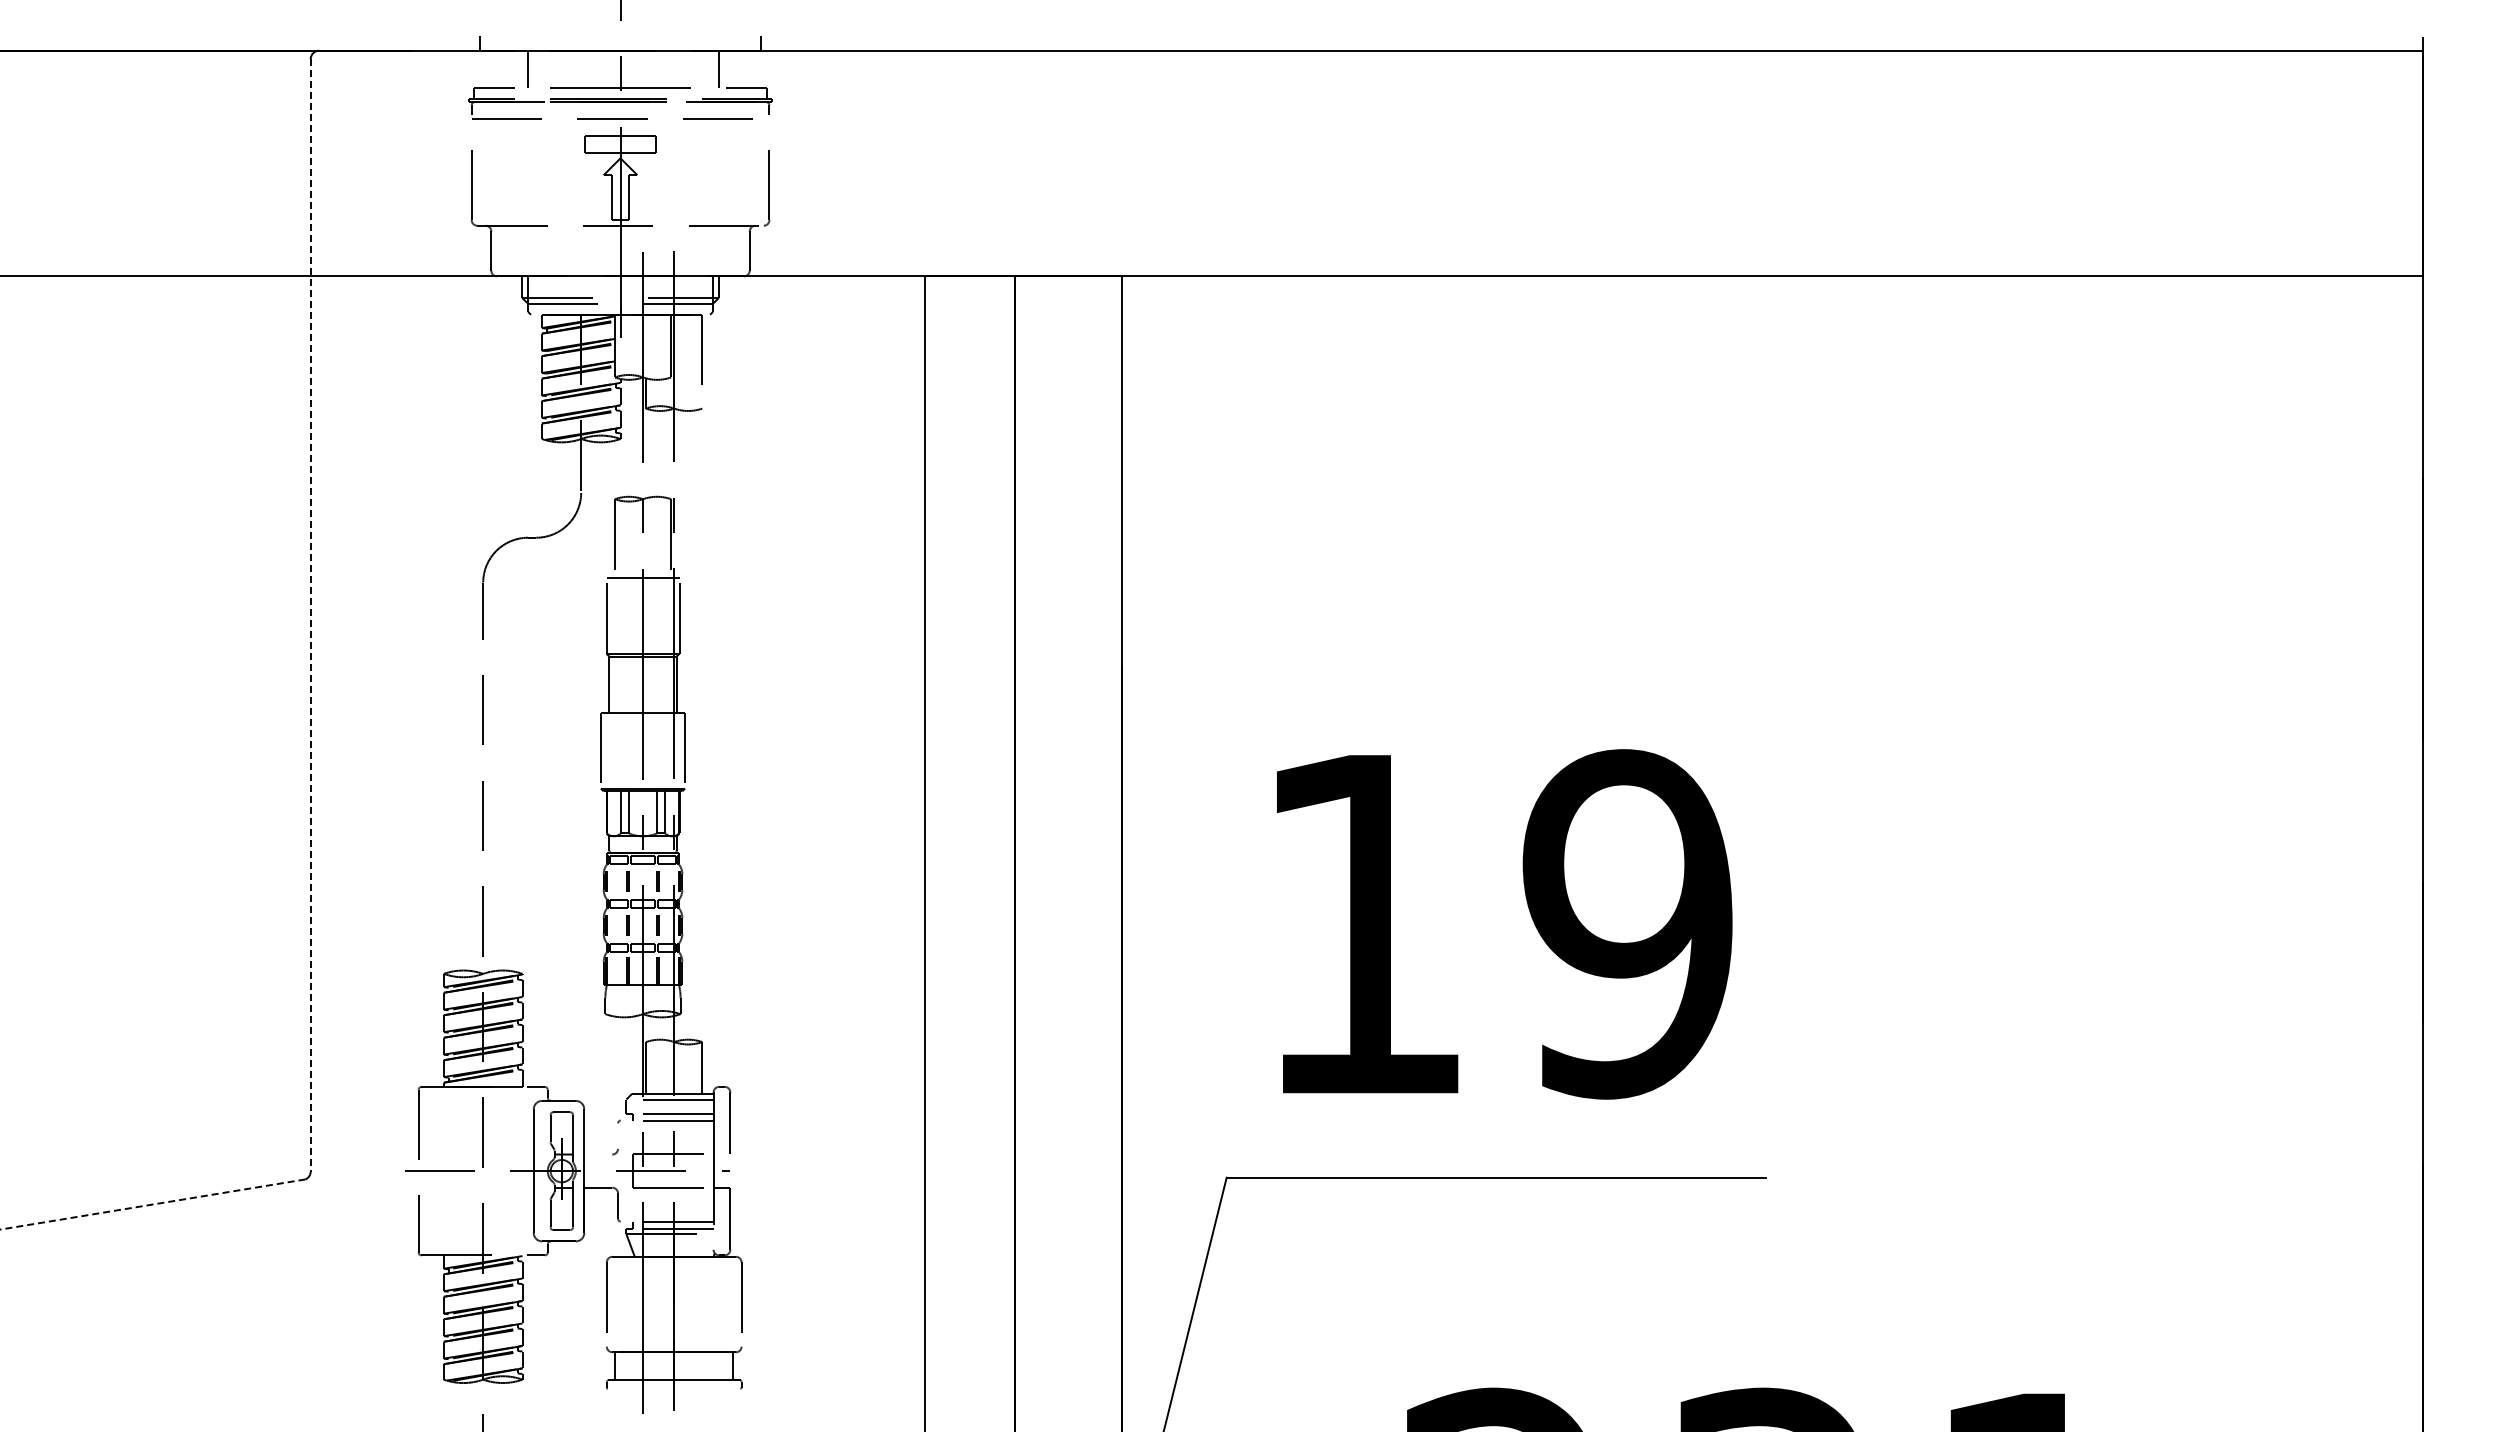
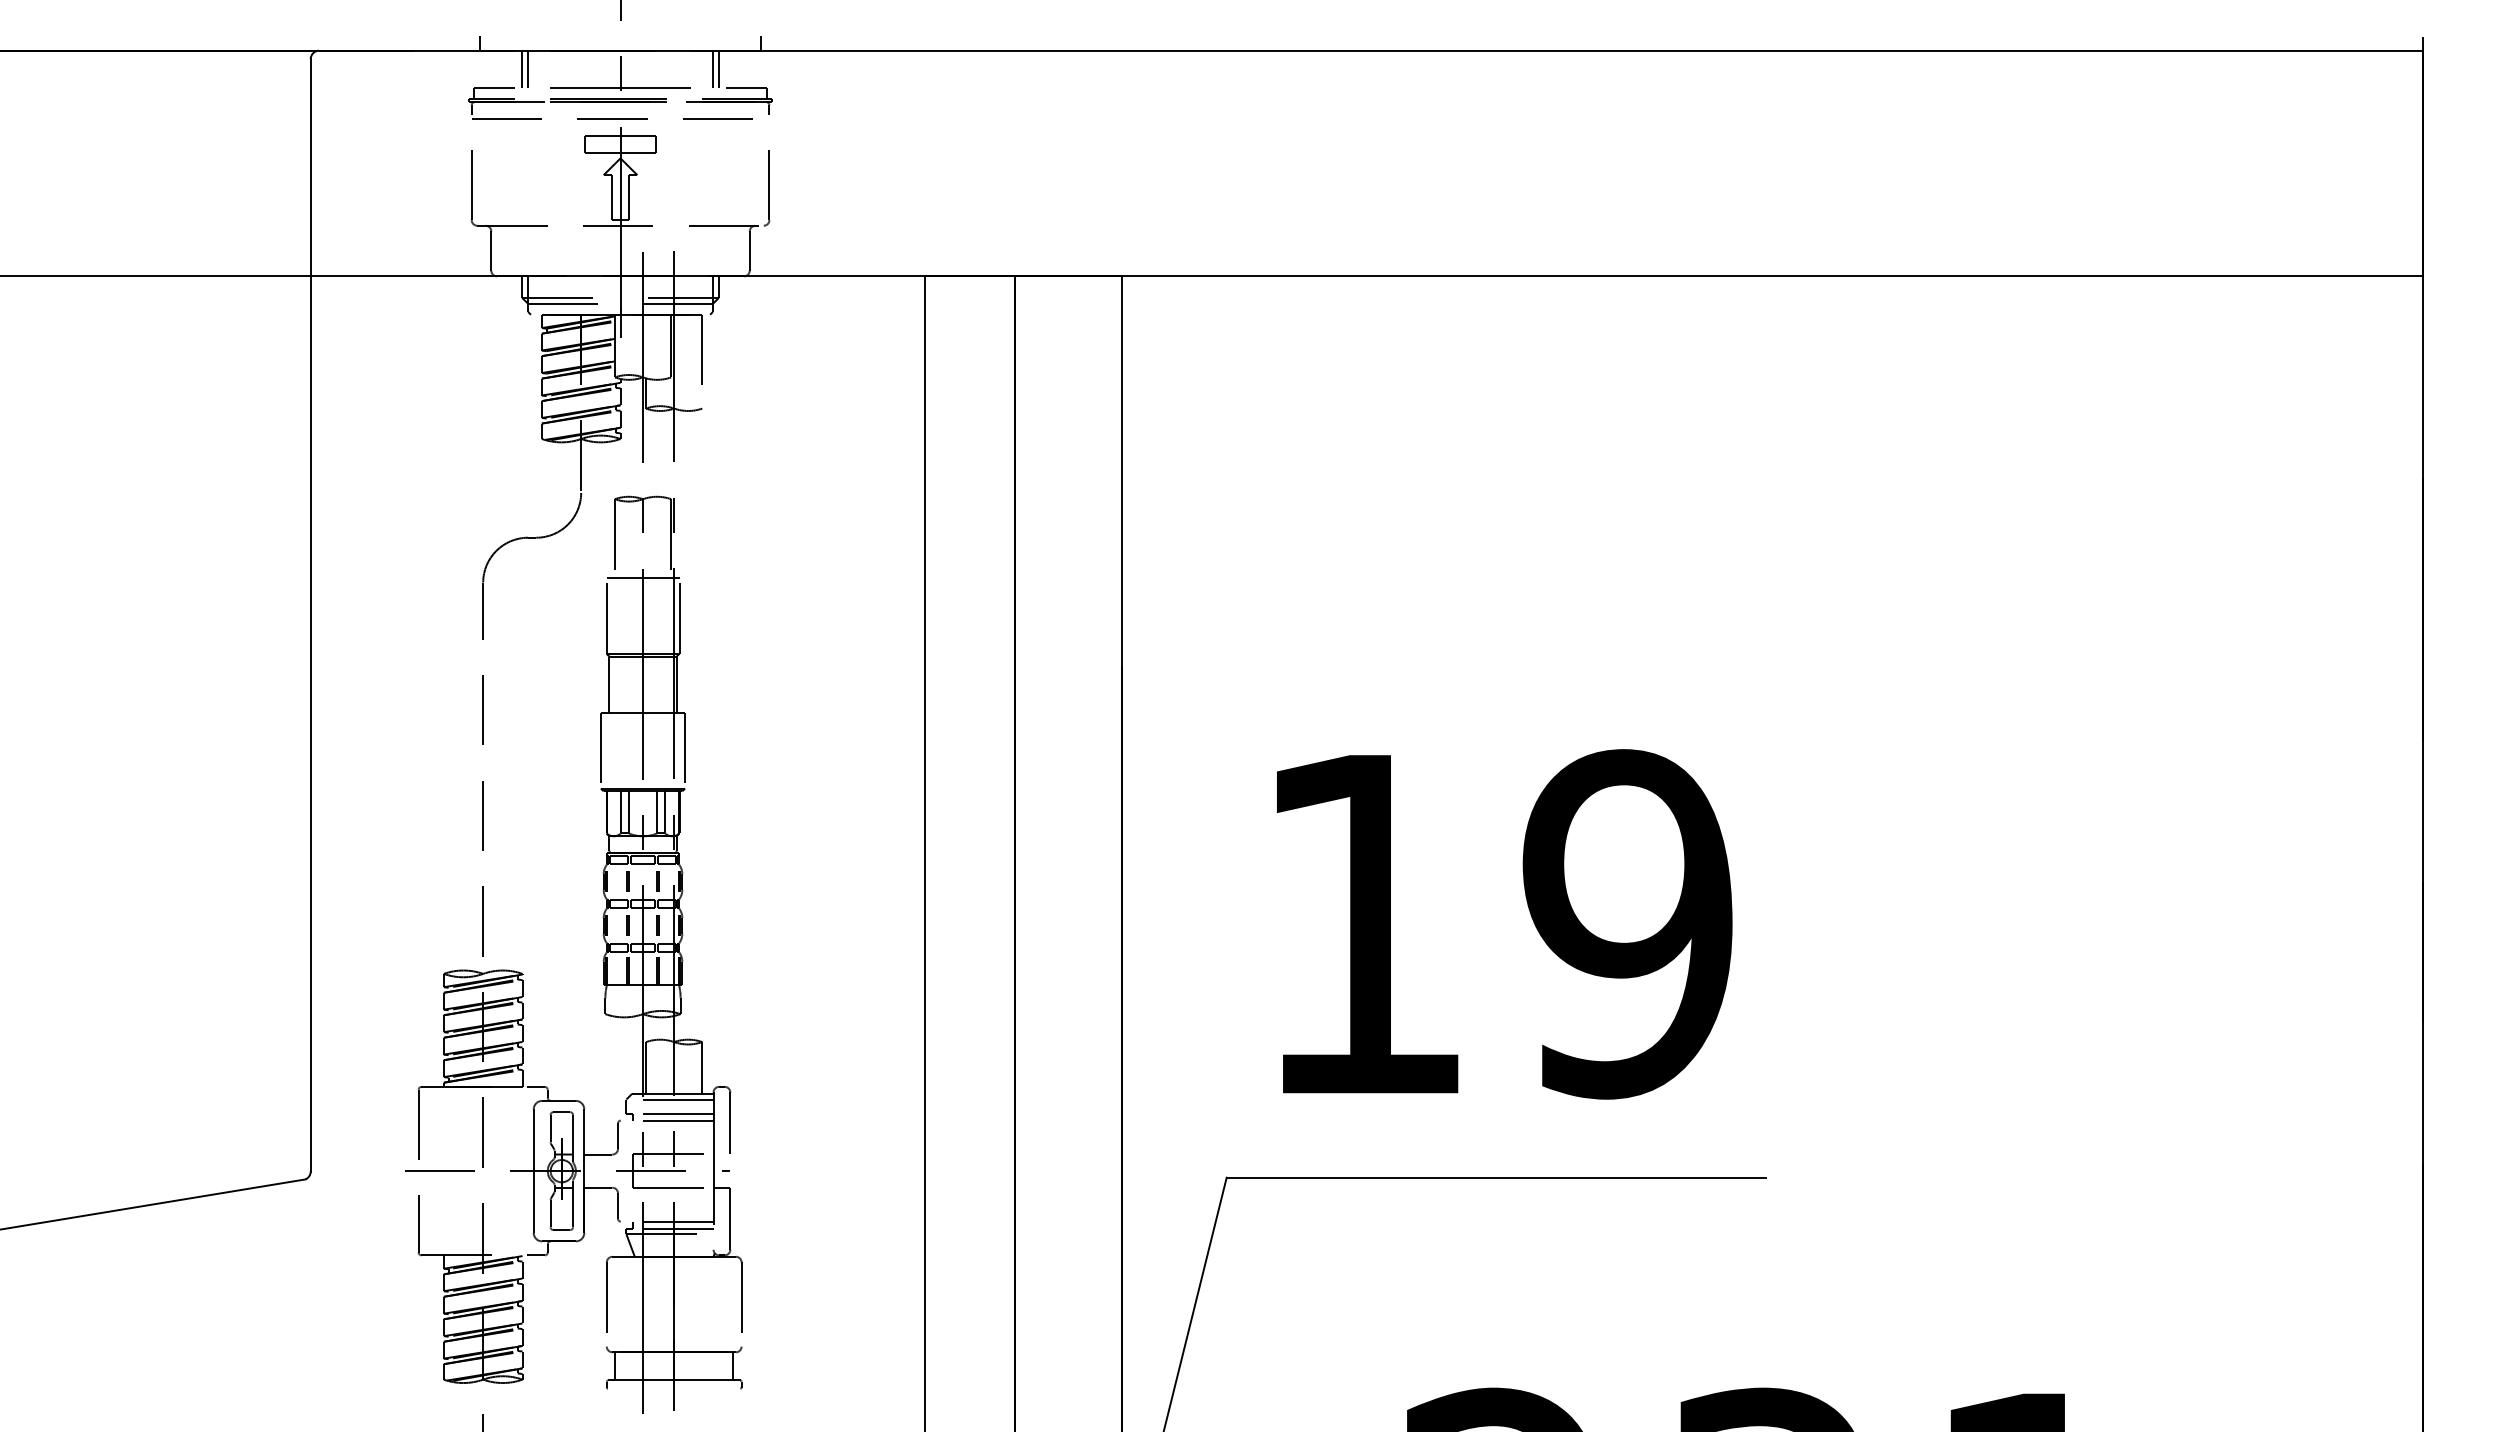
line at (522, 69): none -> present
line at (713, 69): none -> present
line at (310, 615): dashed -> solid
line at (617, 1135): none -> present
line at (598, 1154): none -> present
line at (152, 1204): dashed -> solid
